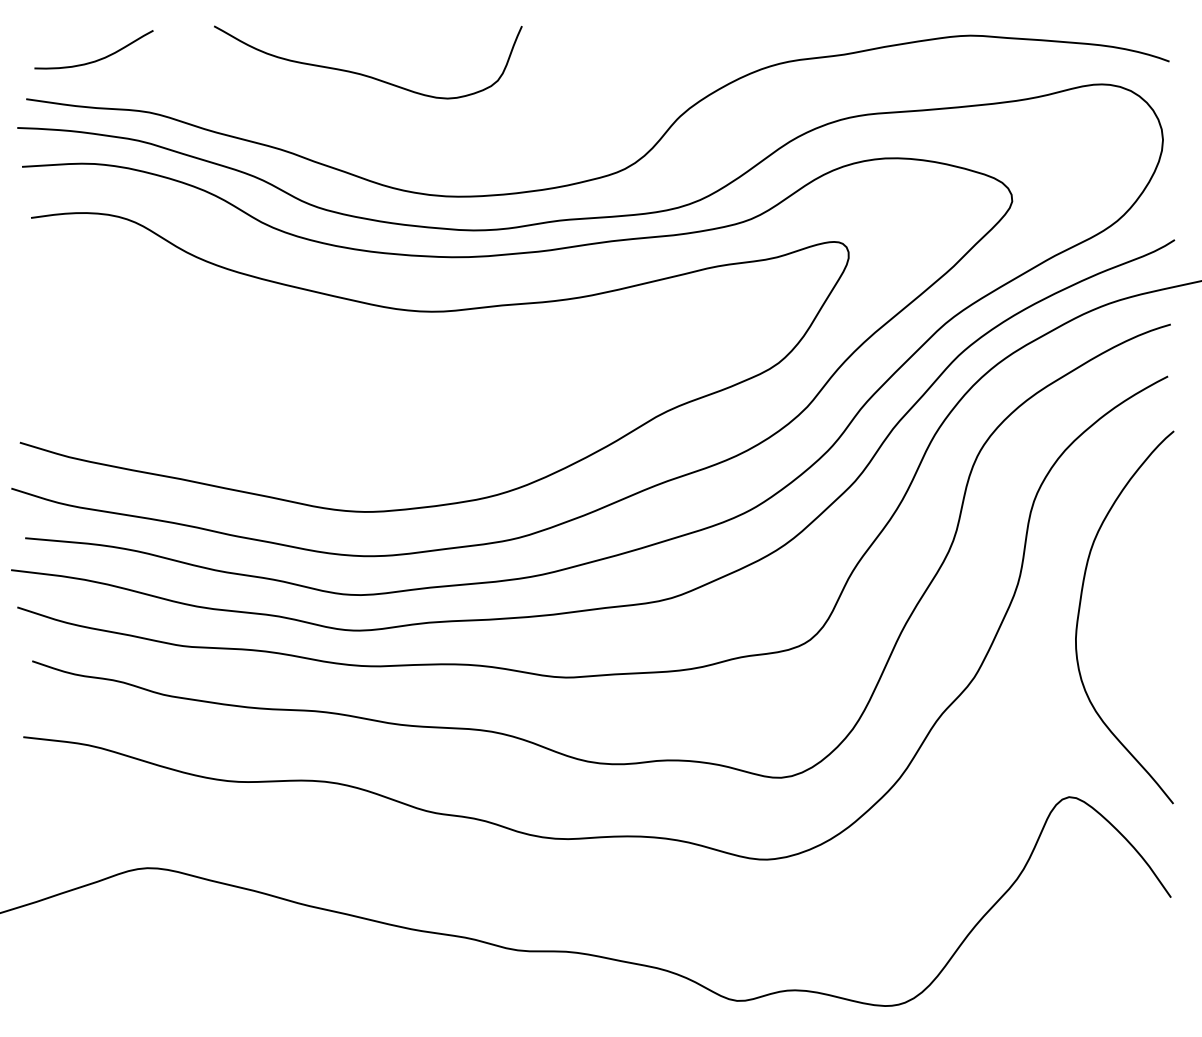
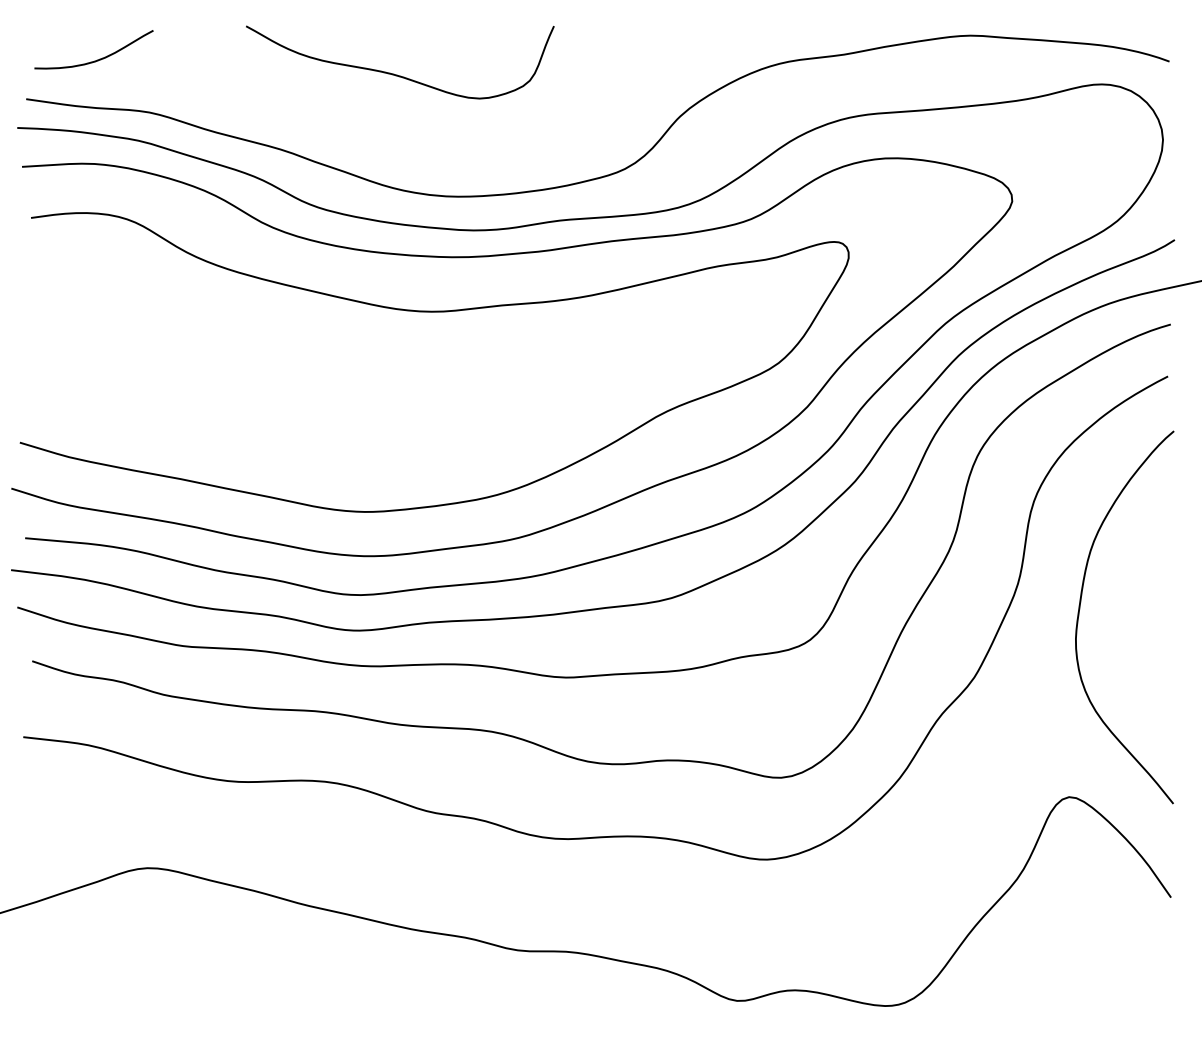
curve at (365, 74) position: (365, 74) -> (397, 74)
